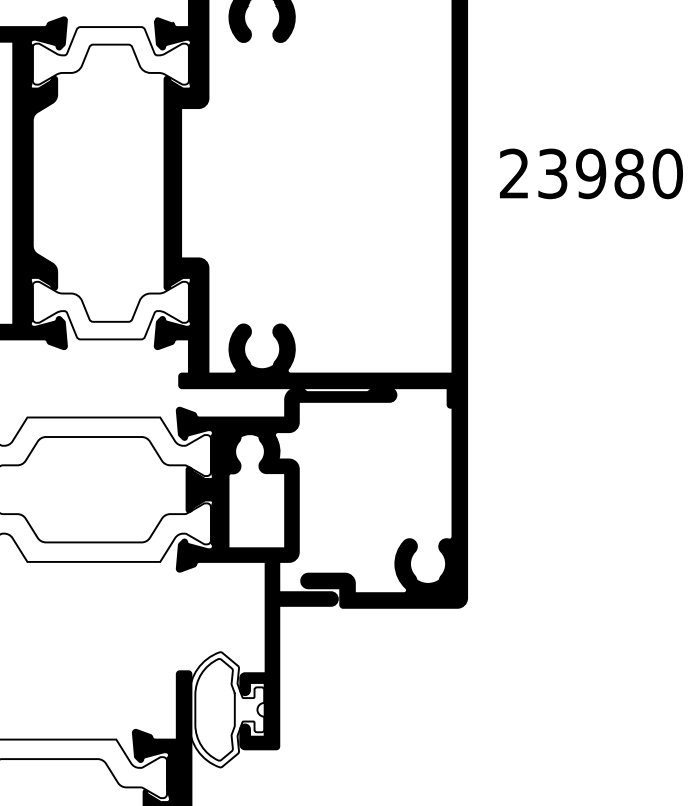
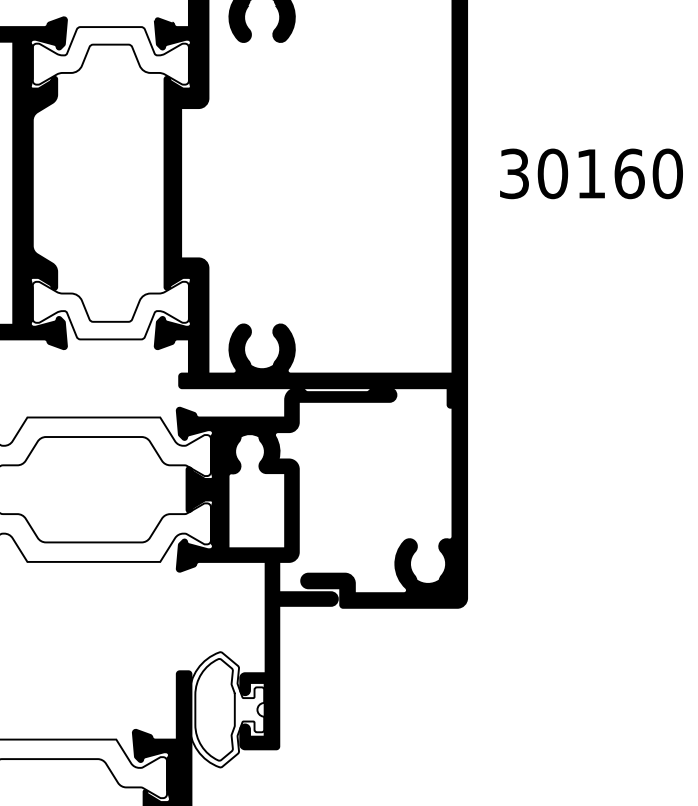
text at (572, 173): 23980 -> 30160
